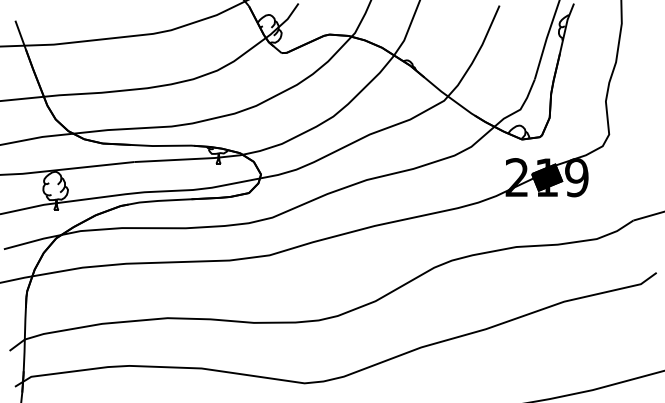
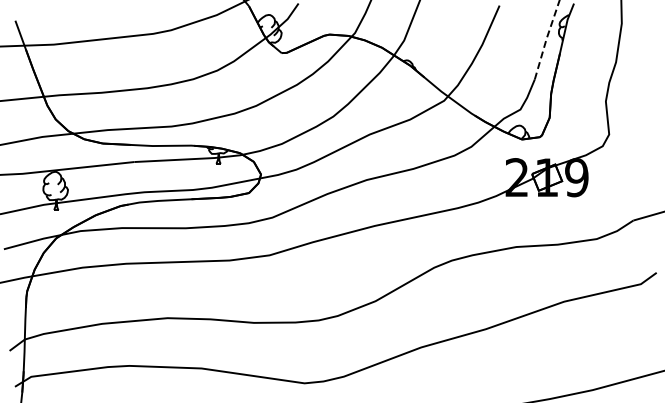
line at (546, 39): solid -> dashed
fill at (547, 177): present -> none
